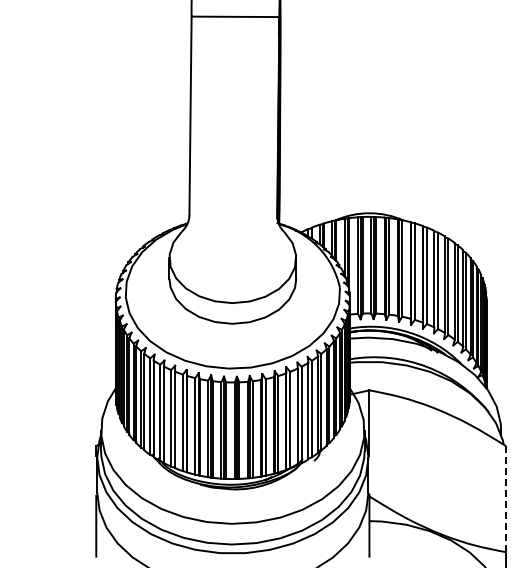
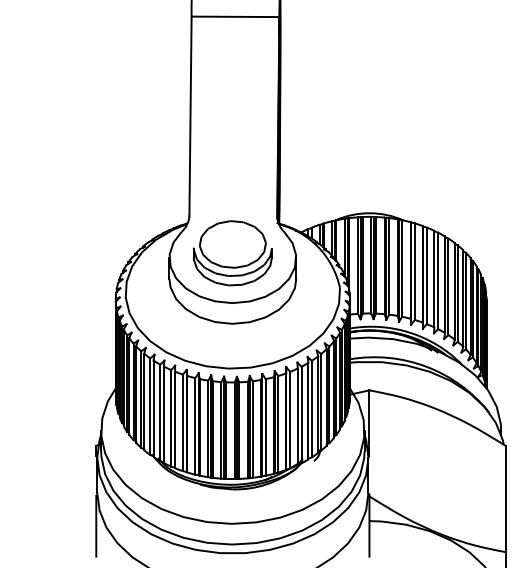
part at (232, 253): none -> present
line at (506, 498): dashed -> solid
